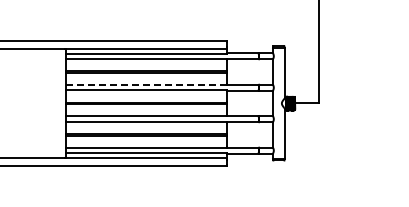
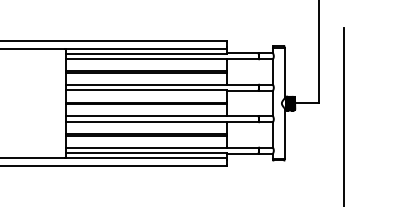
line at (146, 84): dashed -> solid
line at (343, 115): none -> present
